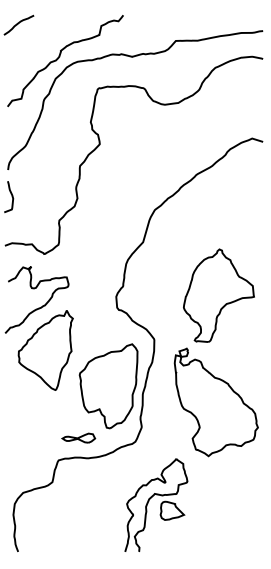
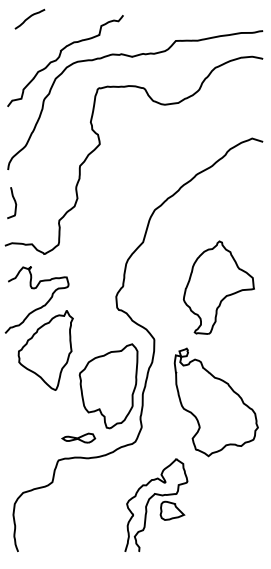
curve at (18, 24) position: (18, 24) -> (29, 18)
curve at (11, 196) position: (11, 196) -> (14, 202)
part at (218, 295) position: (218, 295) -> (218, 287)
